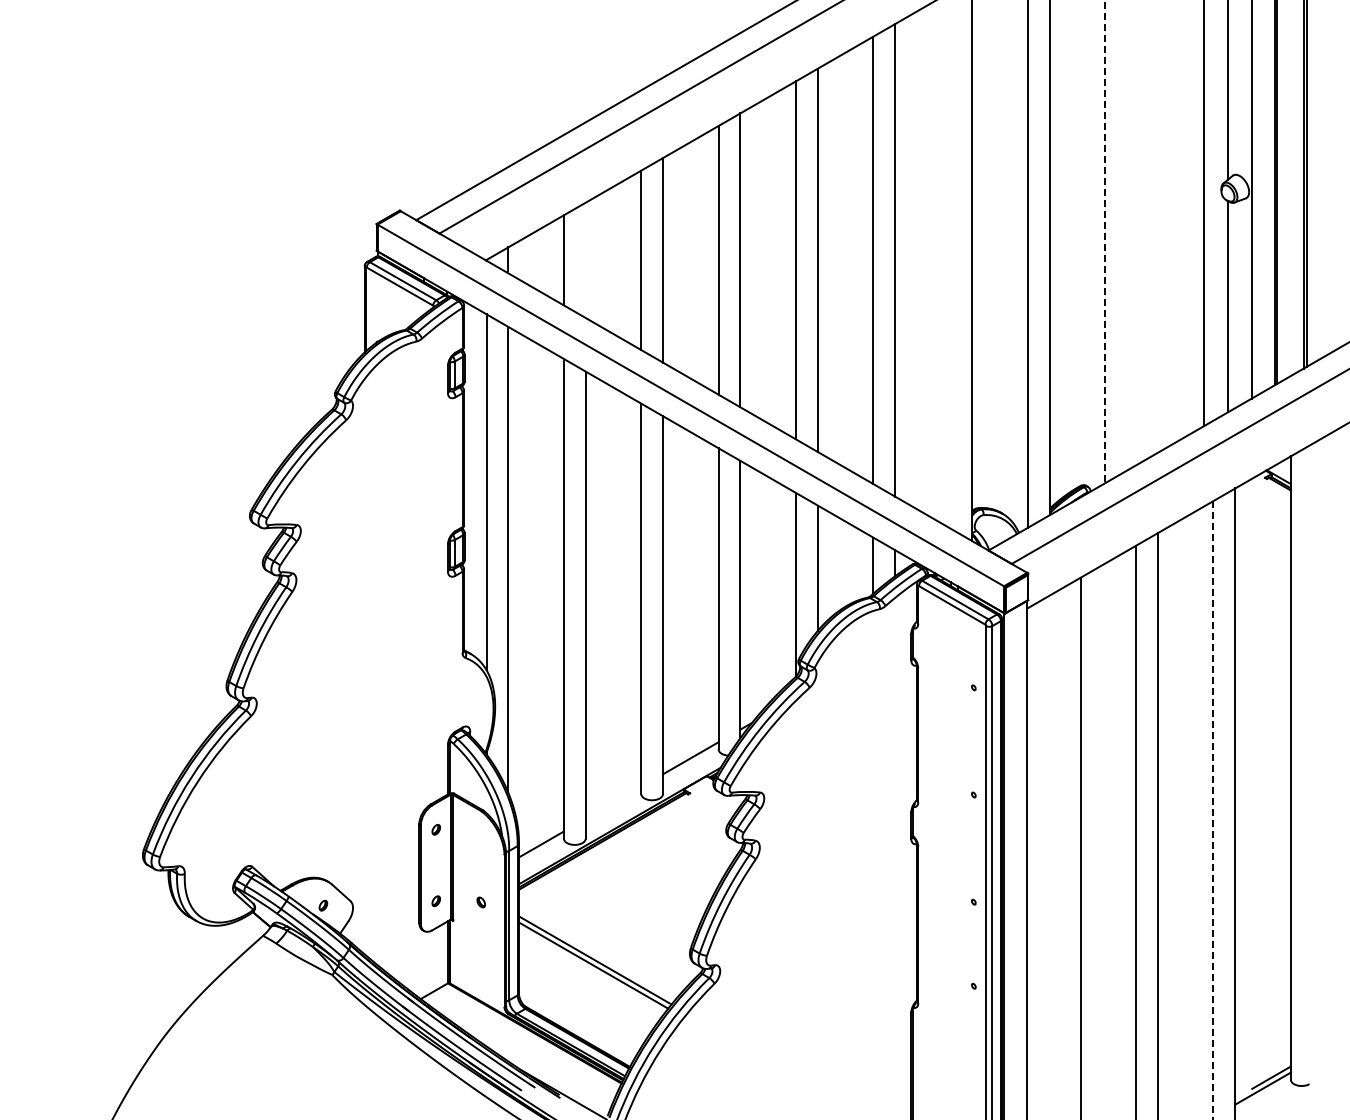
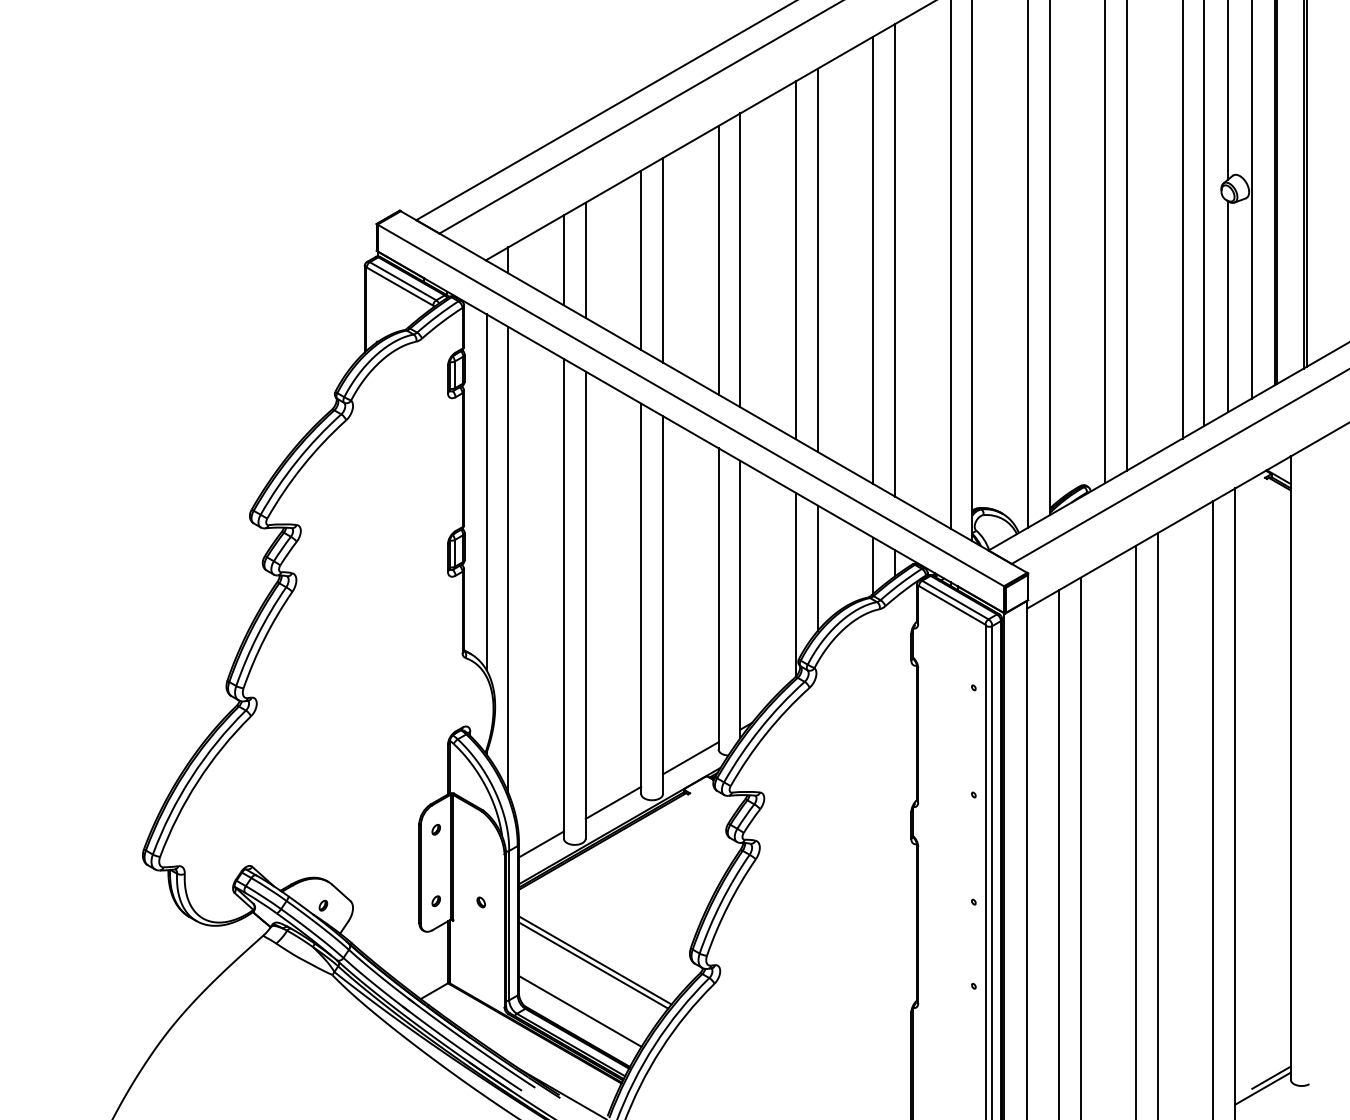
line at (1182, 220): none -> present
line at (1127, 236): none -> present
line at (1105, 242): dashed -> solid
line at (585, 260): none -> present
line at (950, 265): none -> present
line at (613, 802): none -> present
line at (1213, 810): dashed -> solid
line at (1058, 853): none -> present
line at (579, 1011): none -> present
